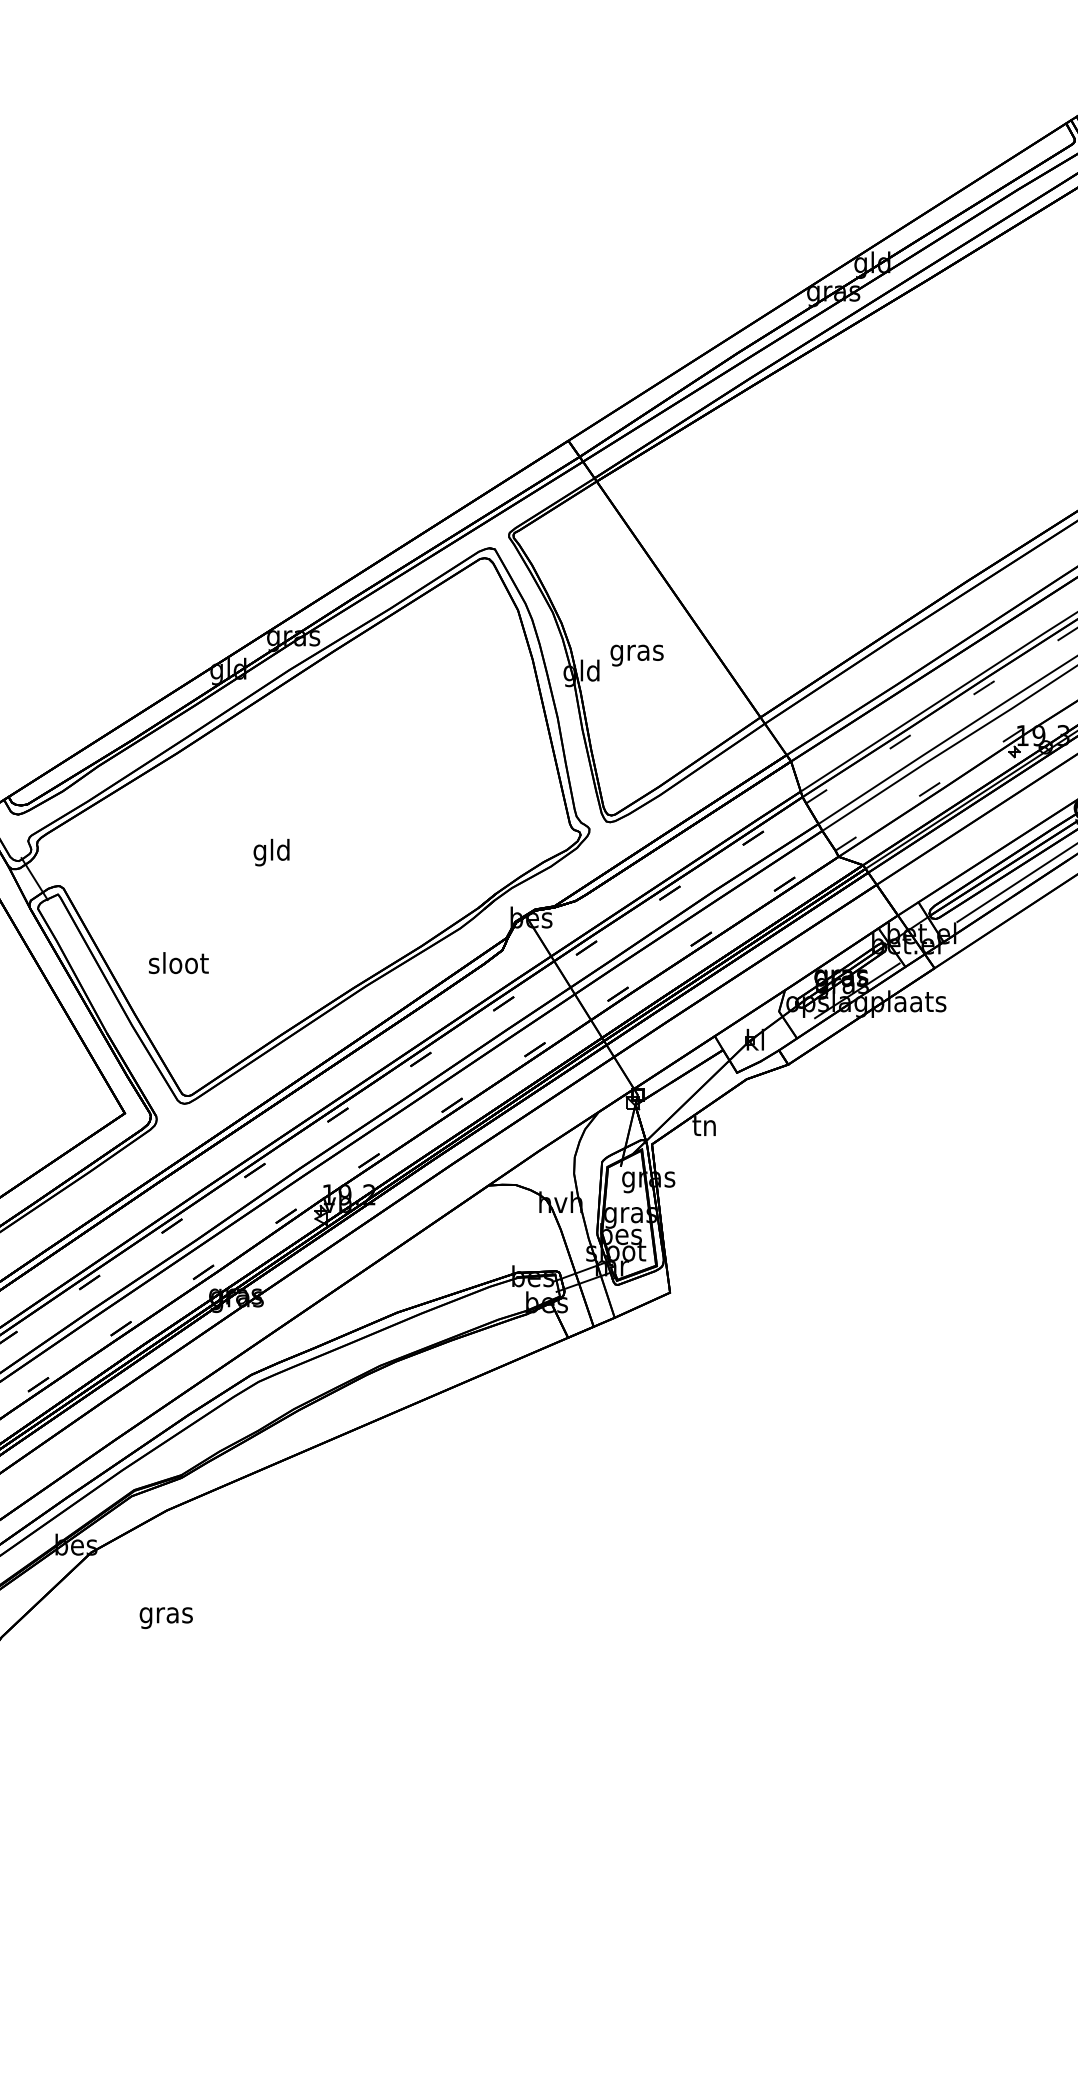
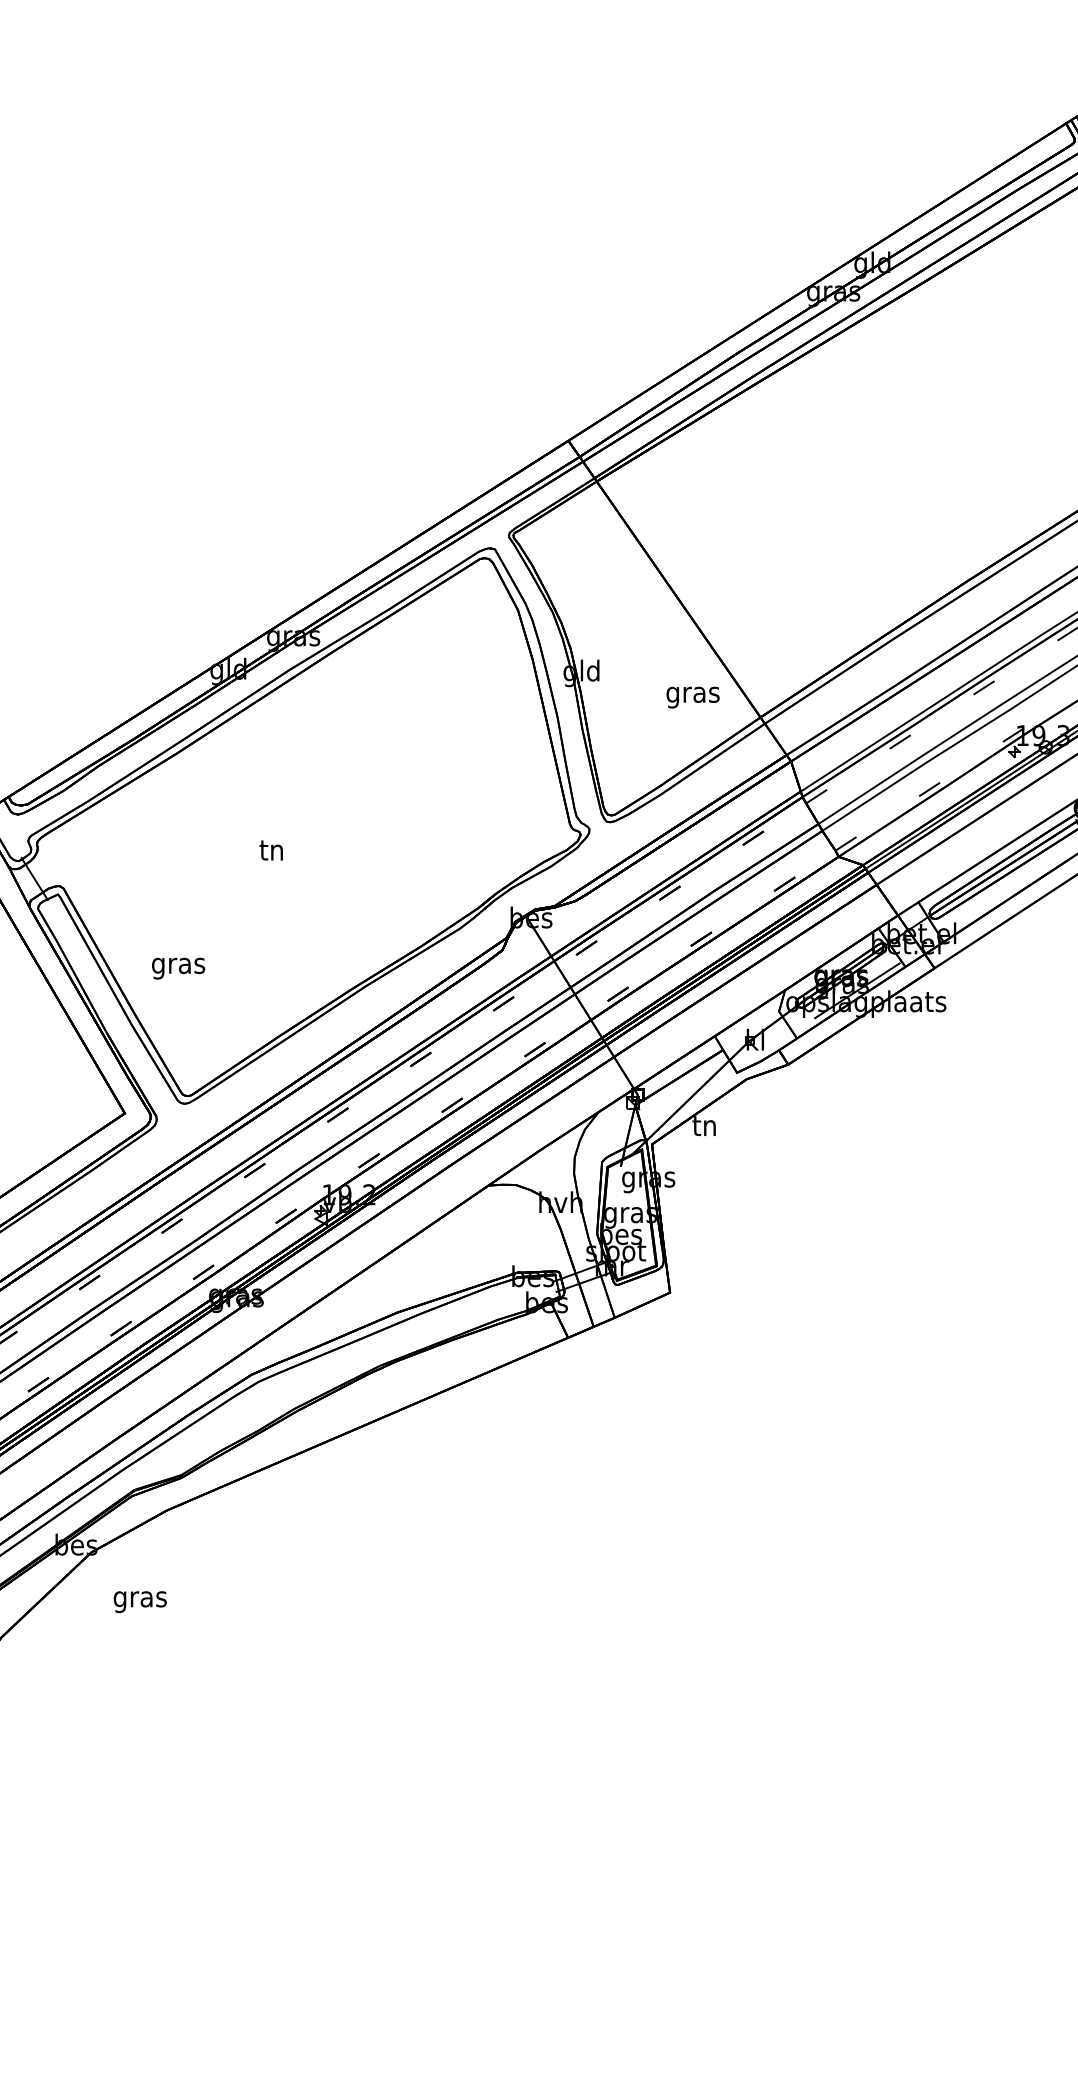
text at (636, 655) position: (636, 655) -> (692, 697)
text at (271, 852): gld -> tn
line at (1015, 883): present -> none
text at (178, 965): sloot -> gras
text at (165, 1618) position: (165, 1618) -> (139, 1602)
